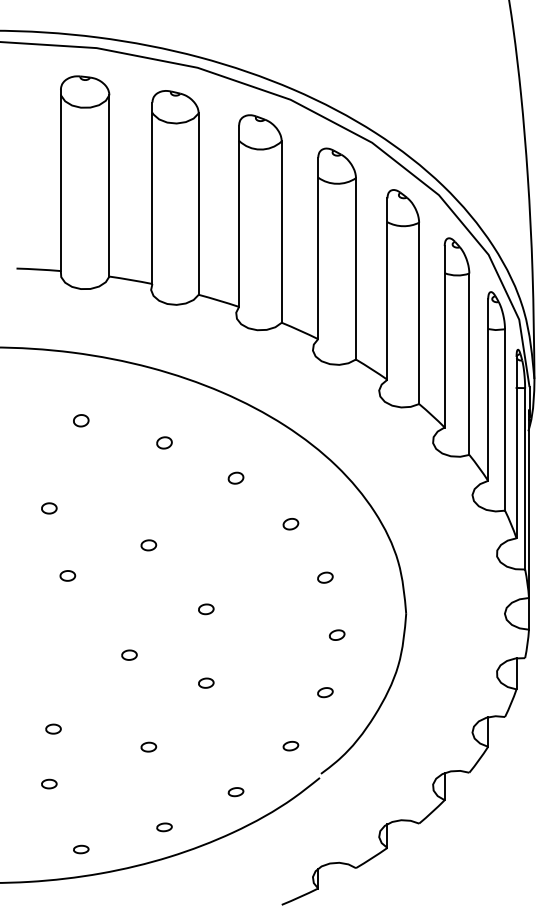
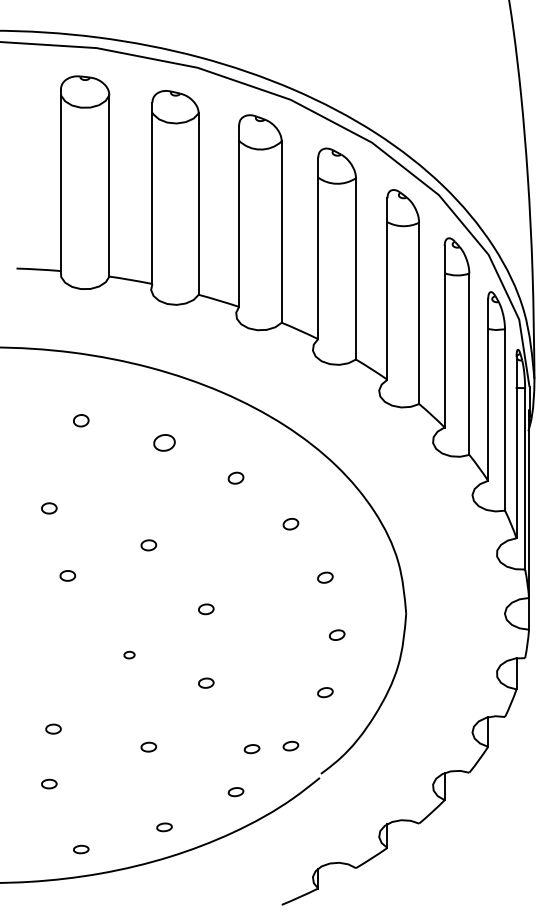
part at (164, 442) size: 17x14 px -> 23x18 px
part at (129, 654) size: 17x12 px -> 13x10 px
part at (251, 749): none -> present
